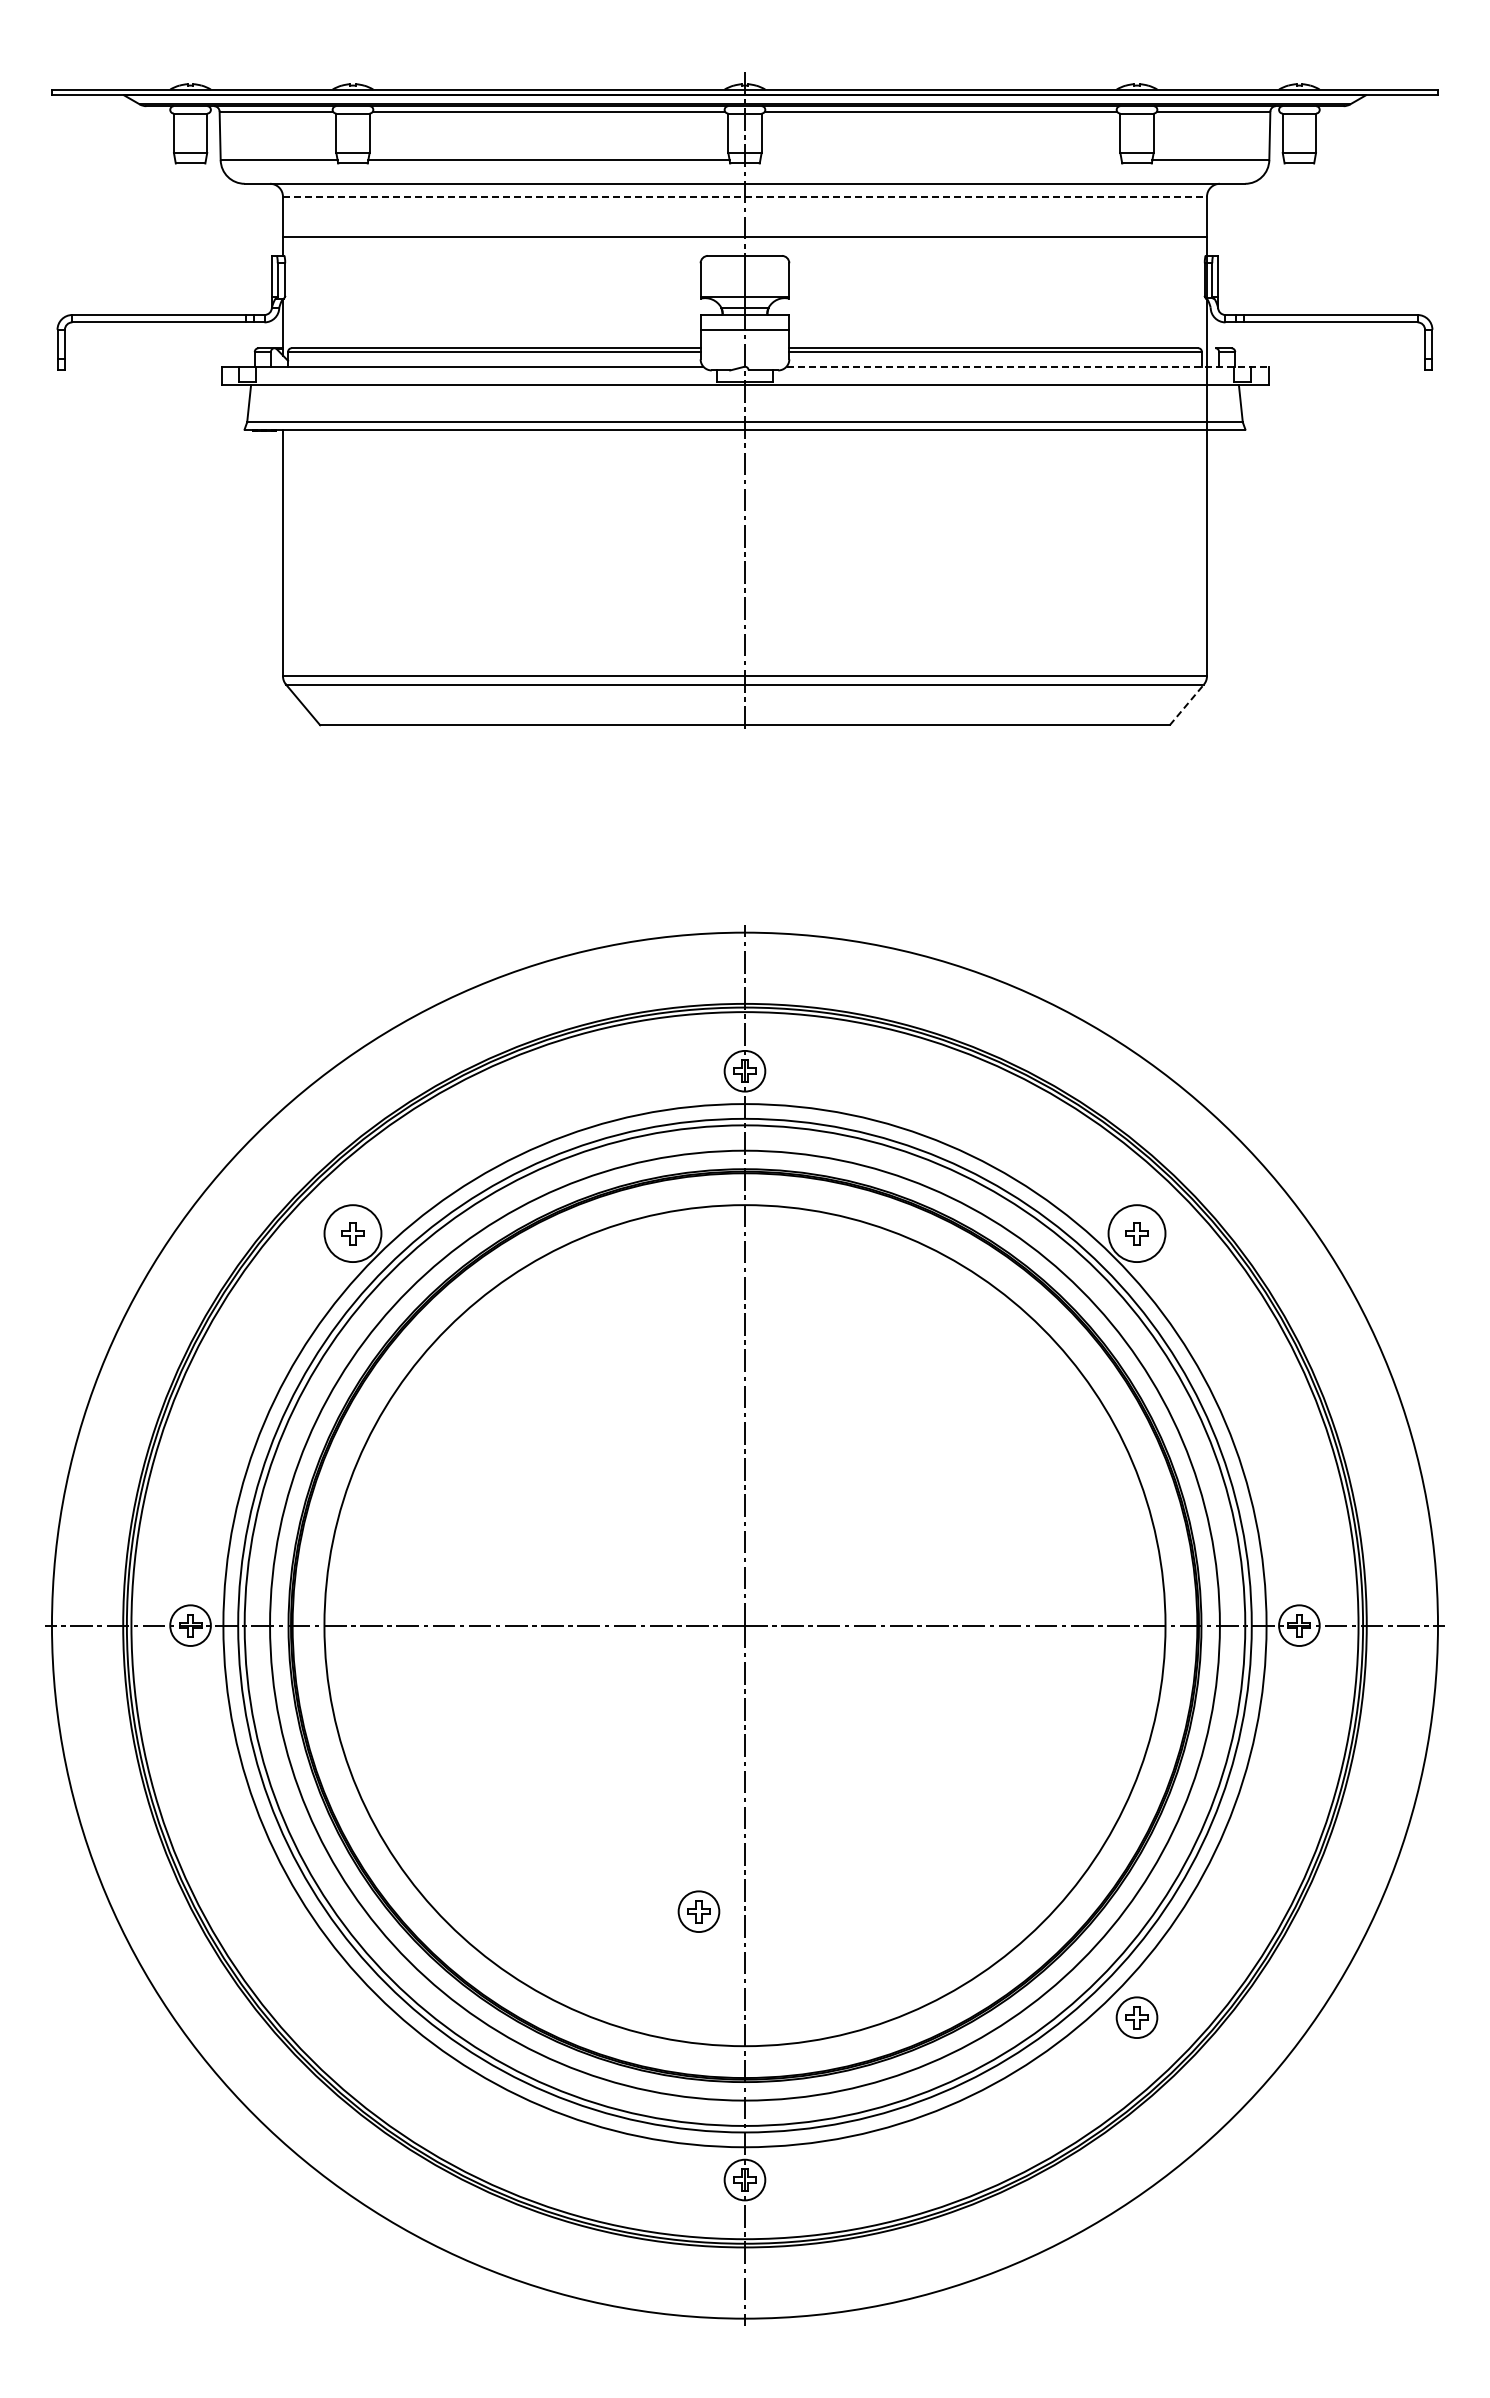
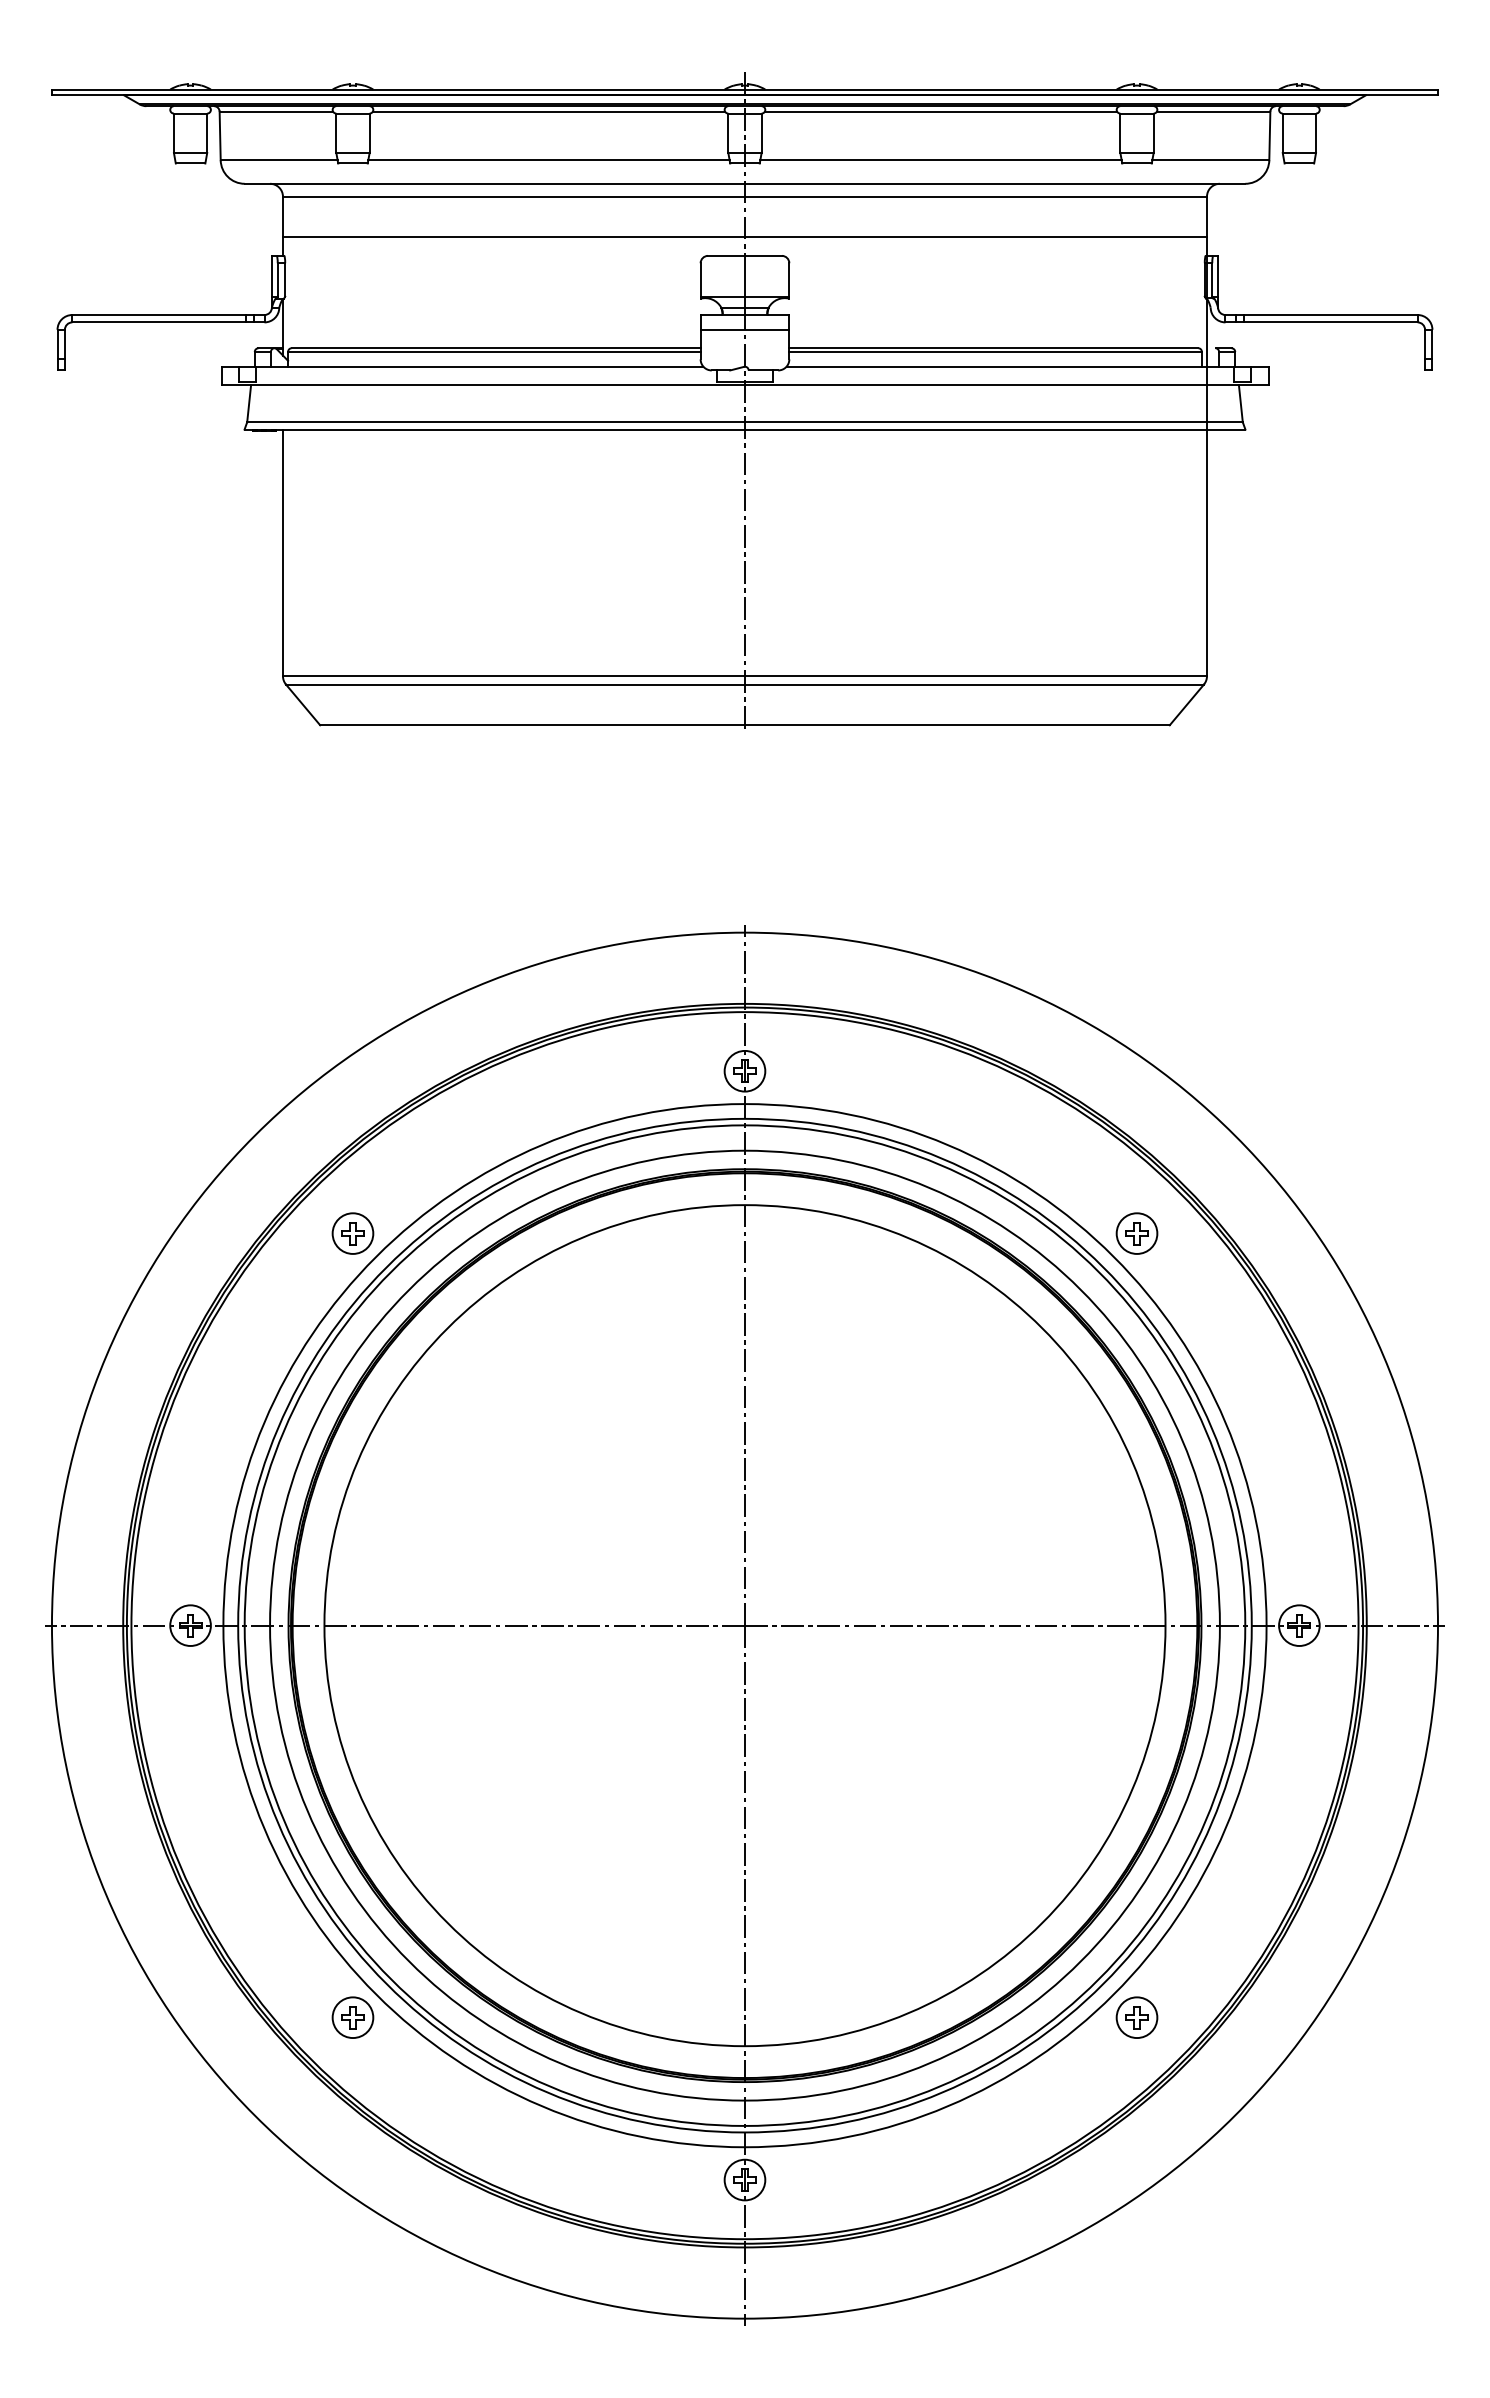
line at (940, 160): none -> present
line at (745, 196): dashed -> solid
line at (1027, 366): dashed -> solid
line at (1186, 704): dashed -> solid
circle at (352, 1233) diameter: 57 px -> 41 px
circle at (1136, 1233) diameter: 57 px -> 41 px
part at (698, 1911) position: (698, 1911) -> (352, 2017)
